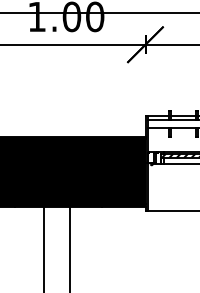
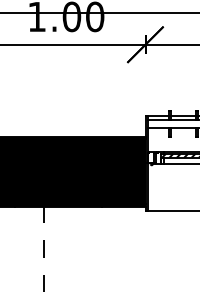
line at (70, 247): present -> none
line at (44, 249): solid -> dashed
